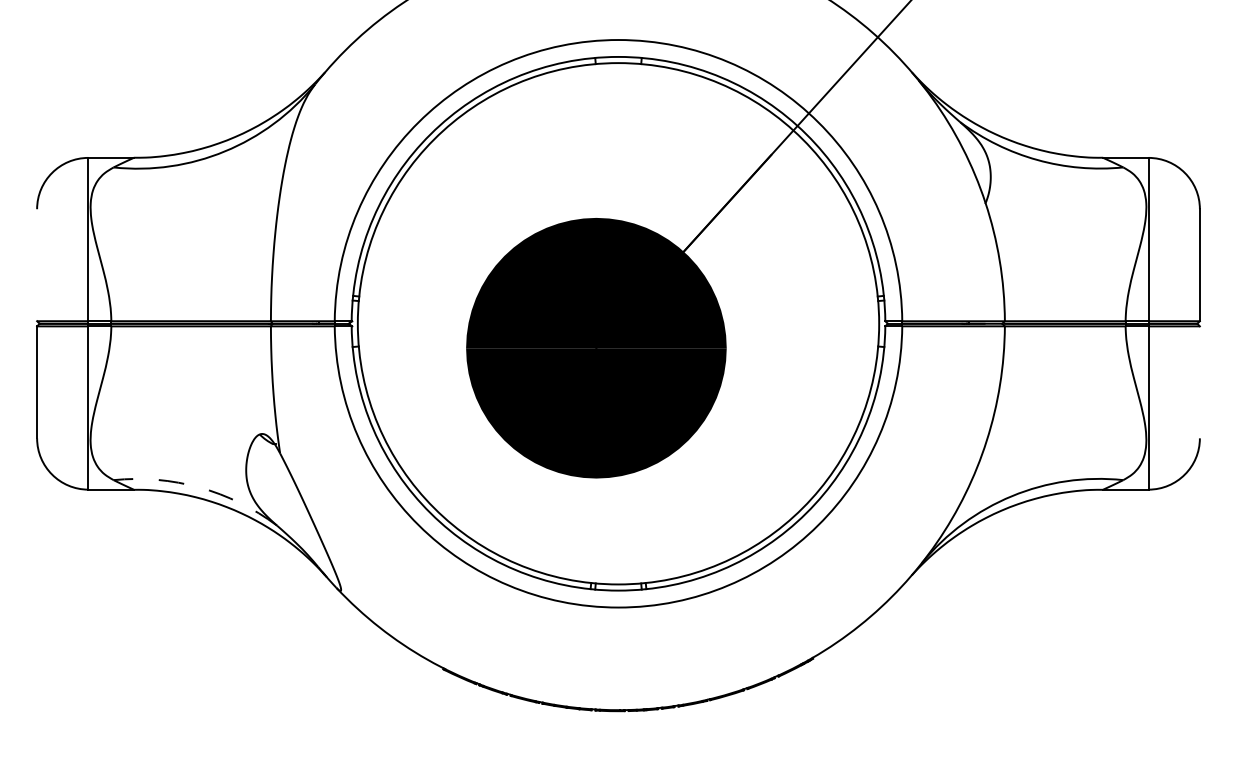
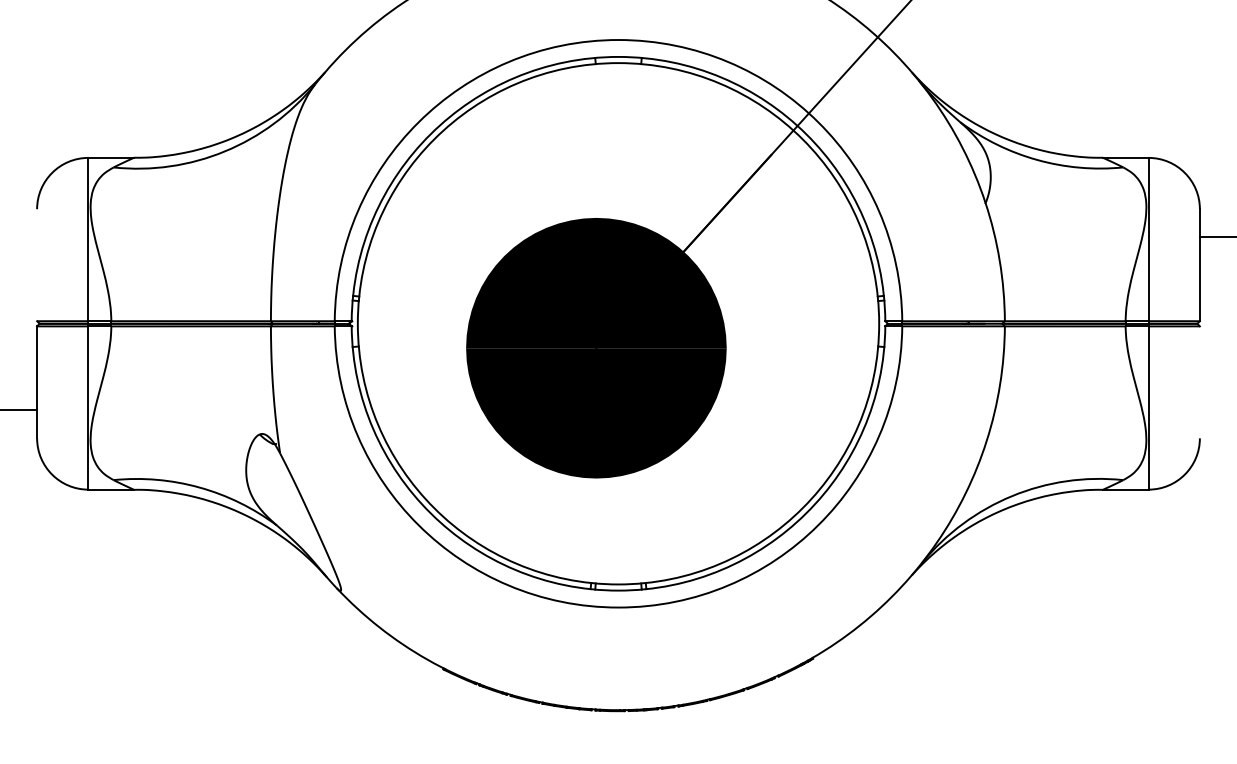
line at (1216, 237): none -> present
line at (19, 410): none -> present
arc at (199, 487): dashed -> solid
